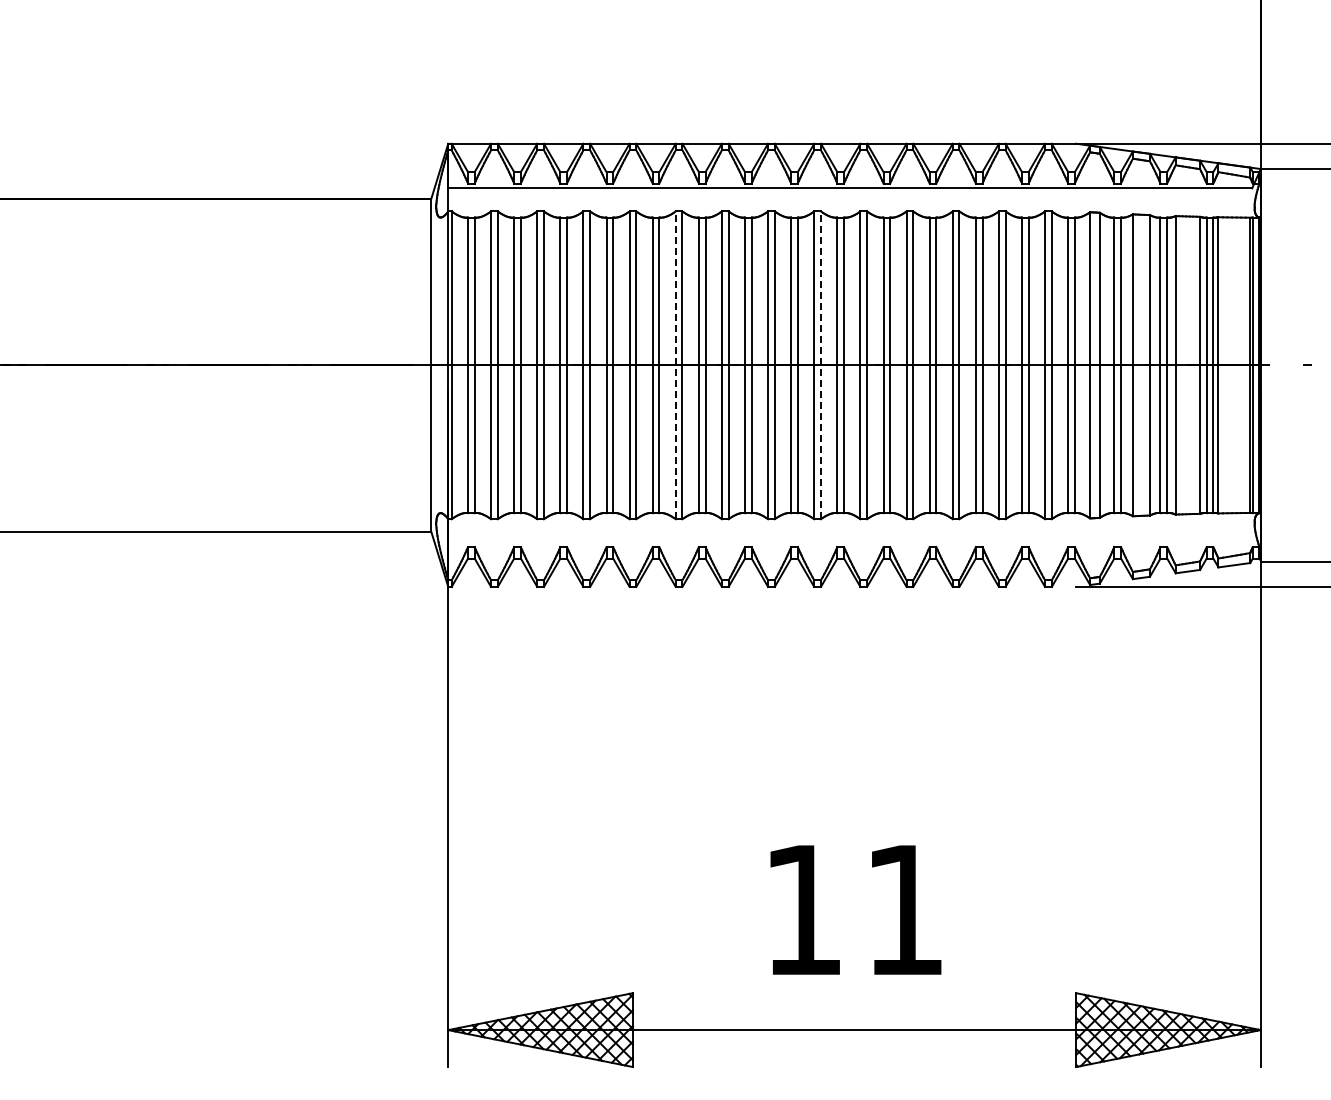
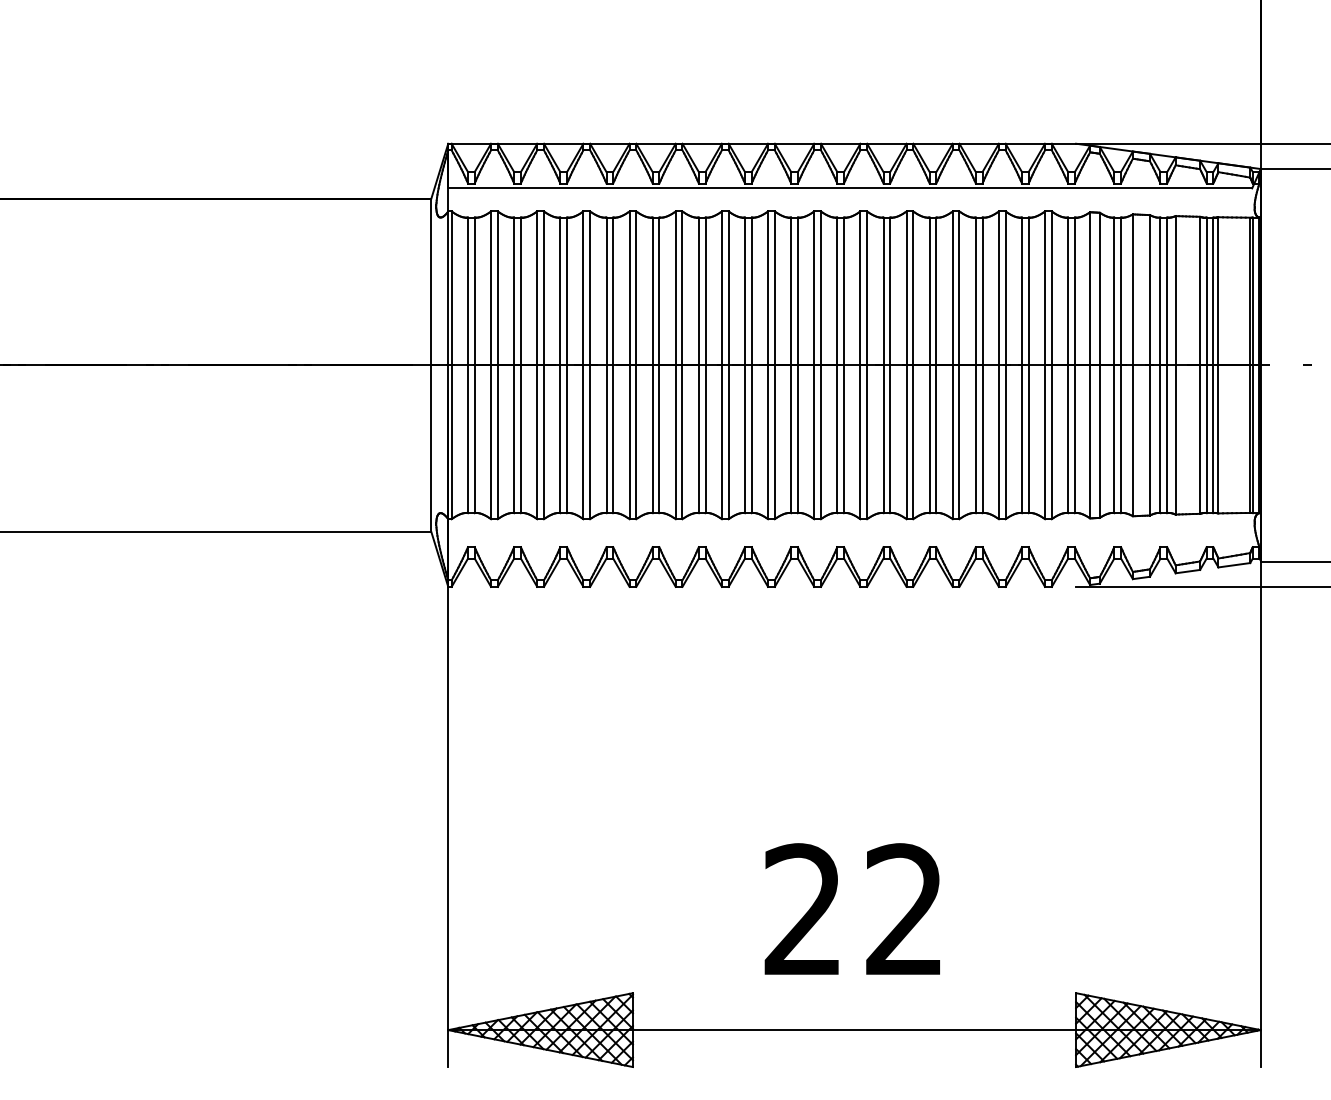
line at (675, 365): dashed -> solid
line at (820, 365): dashed -> solid
text at (852, 908): 11 -> 22
